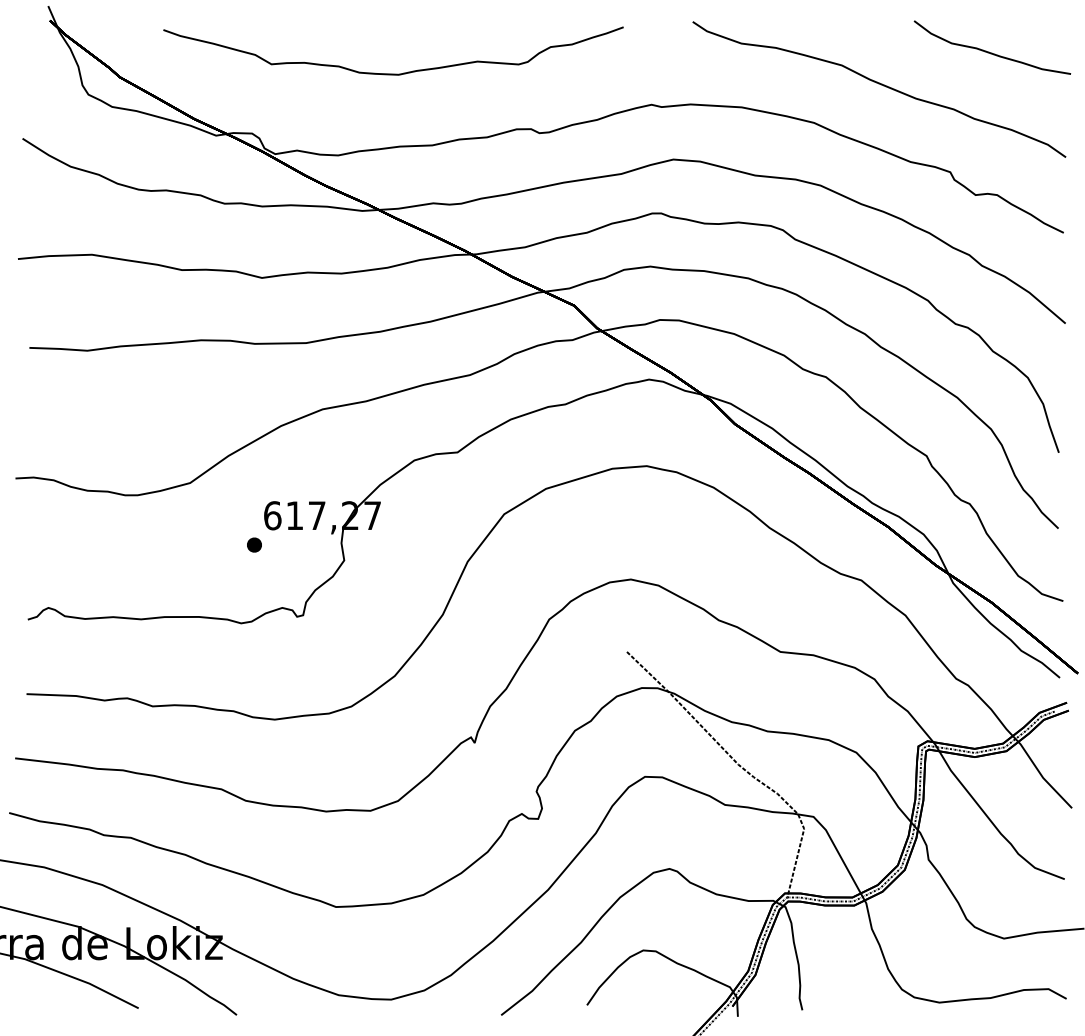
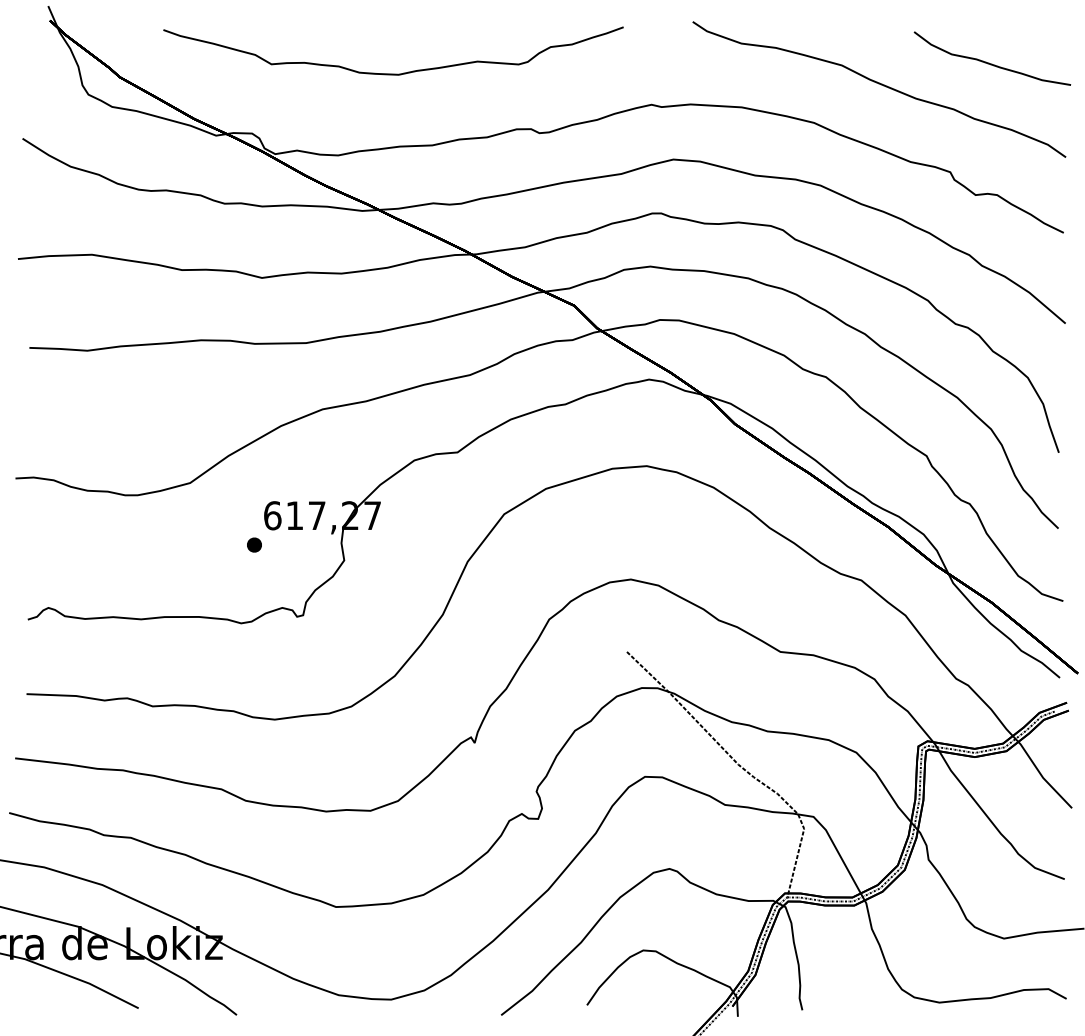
part at (992, 47) position: (992, 47) -> (992, 58)
